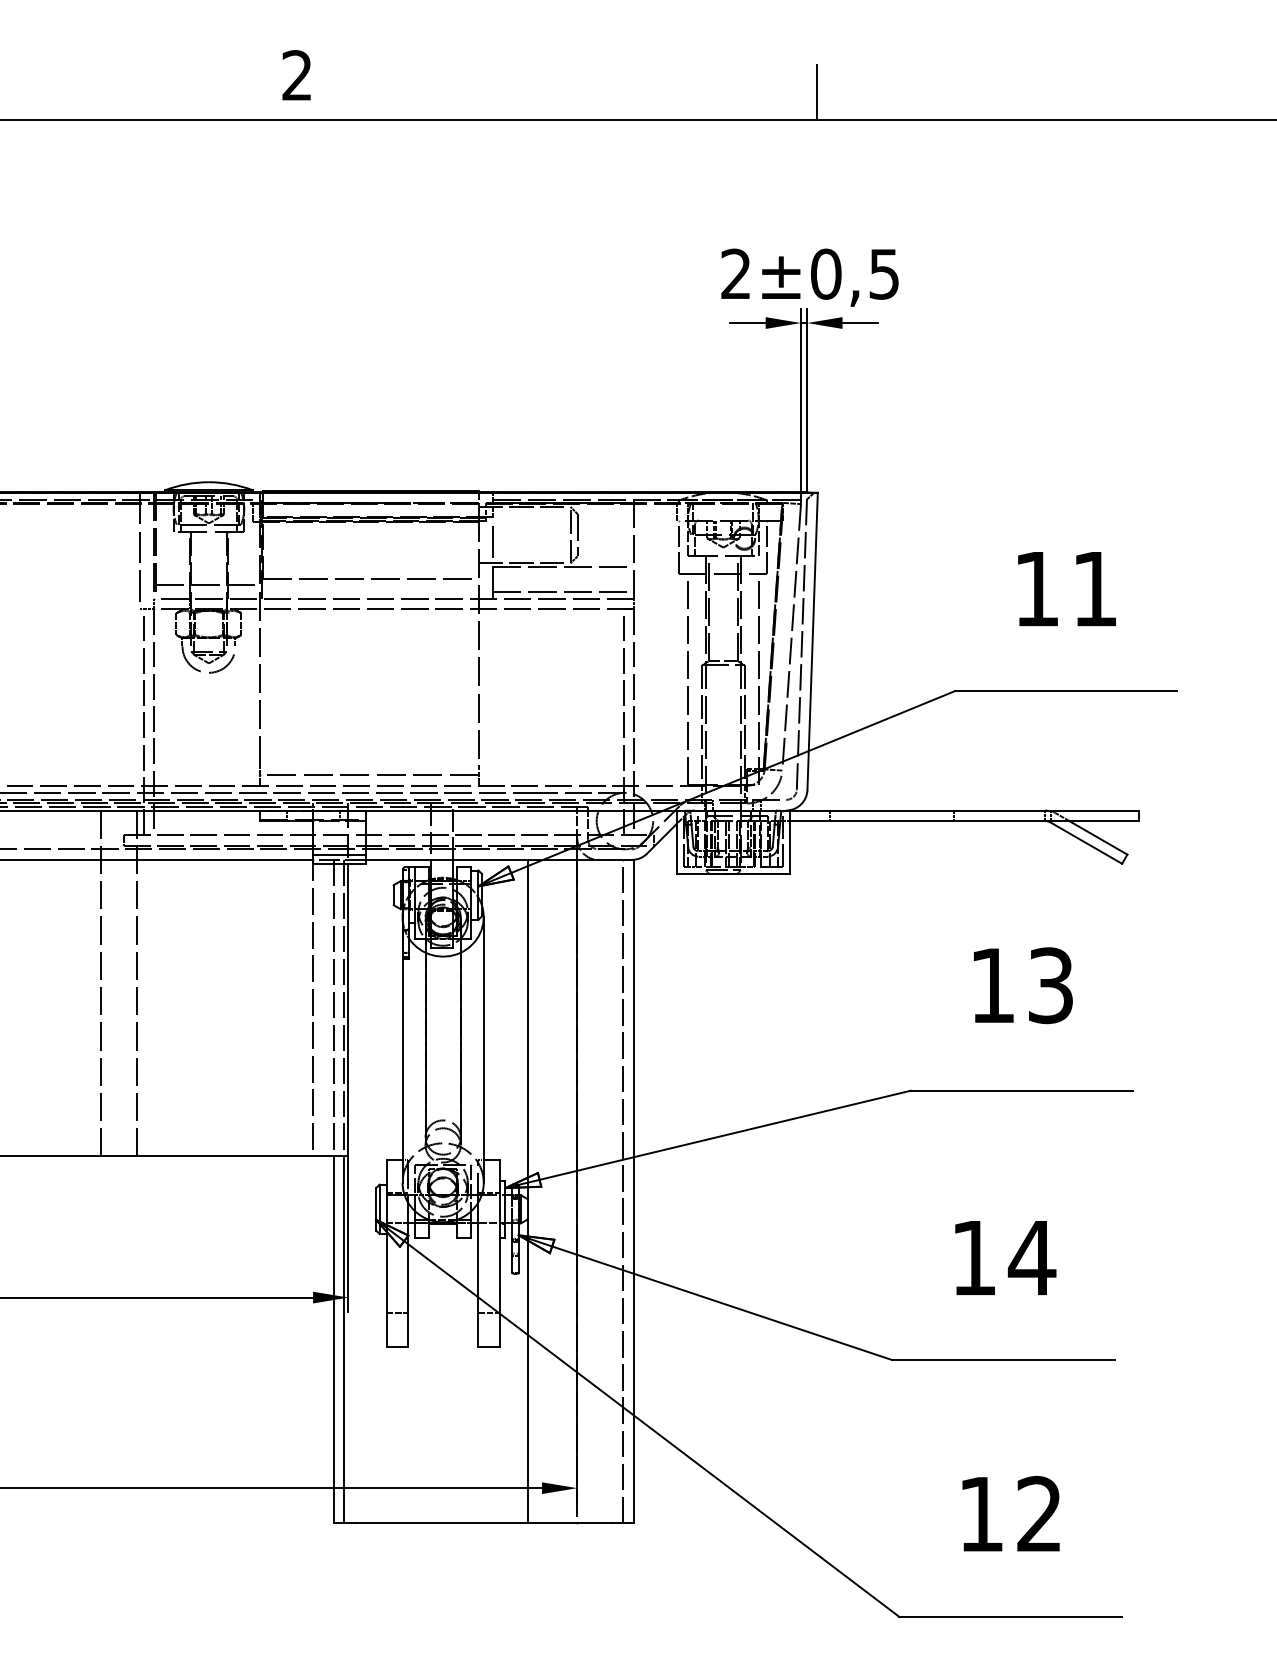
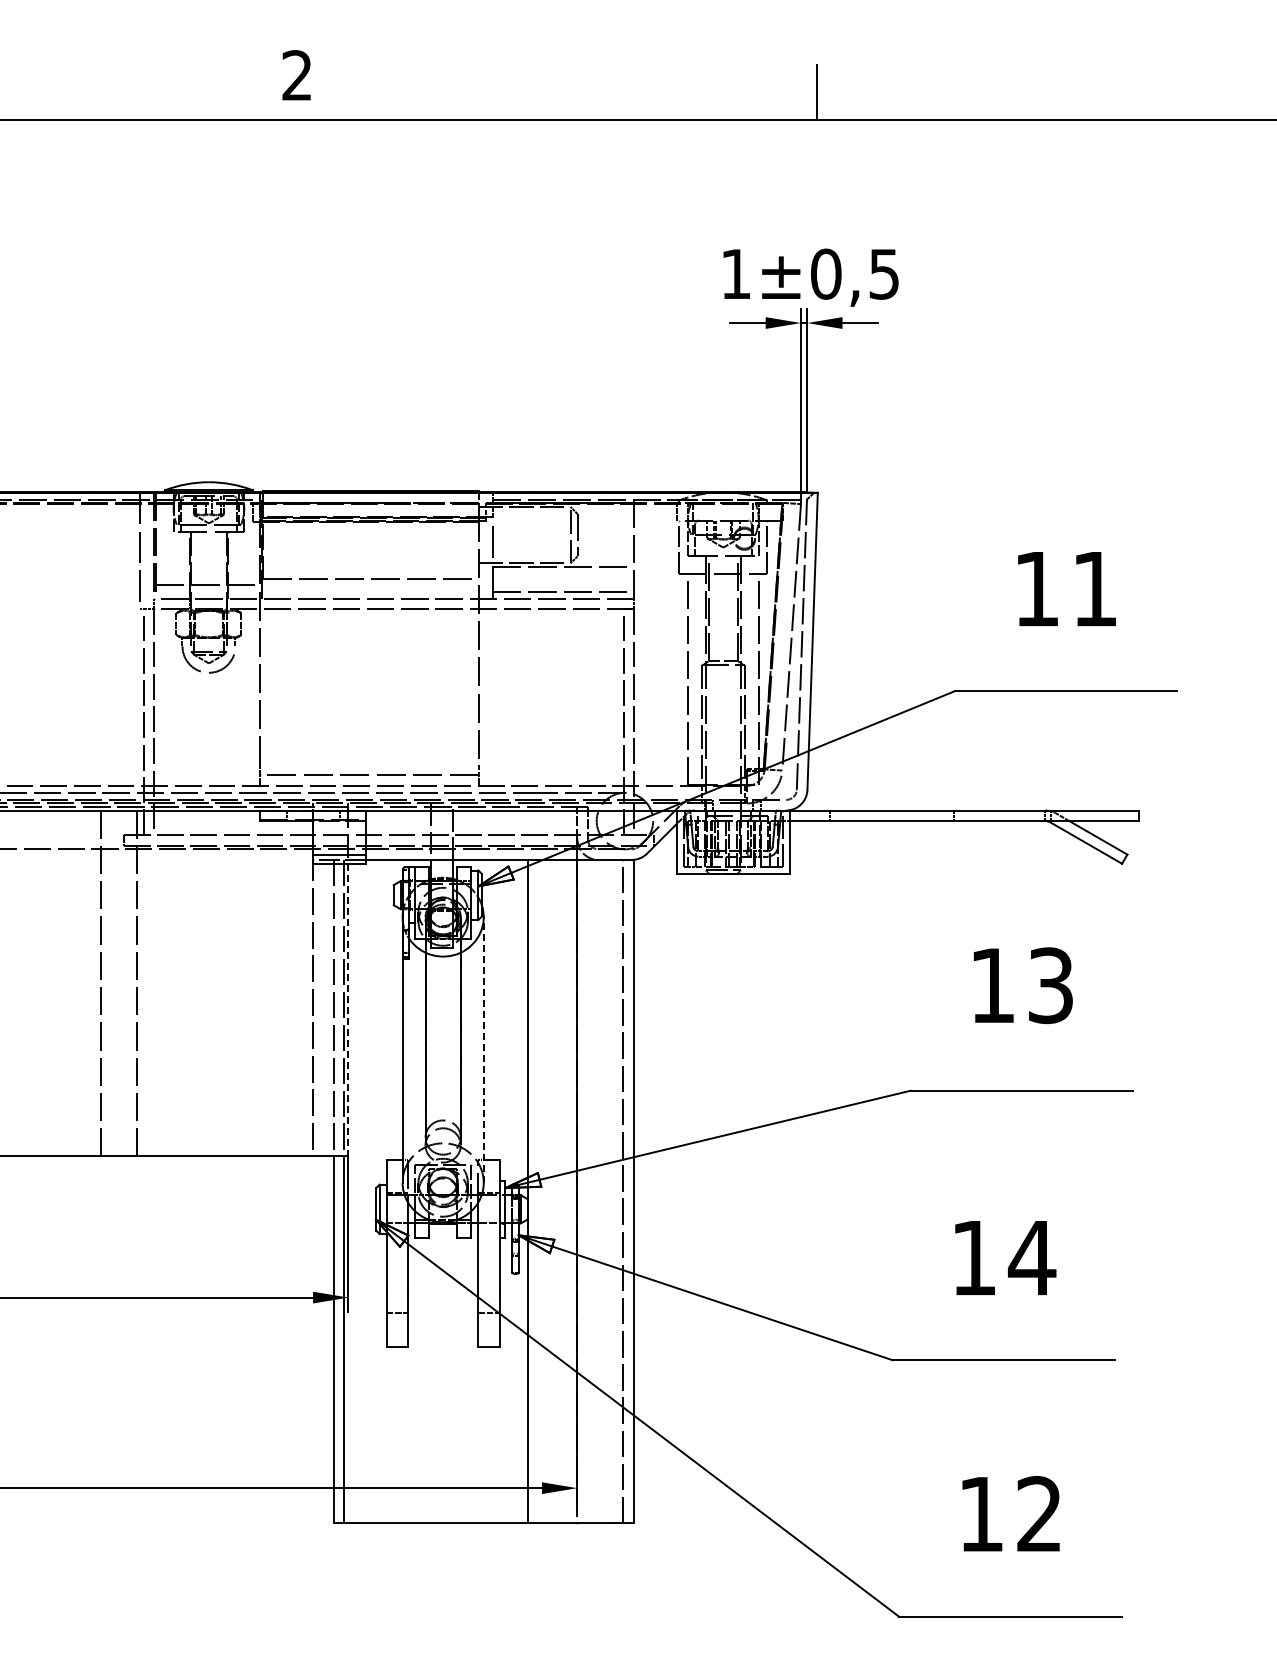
text at (735, 273): 2 -> 1
line at (157, 859): present -> none
line at (348, 1010): solid -> dashed
line at (483, 1049): solid -> dashed
